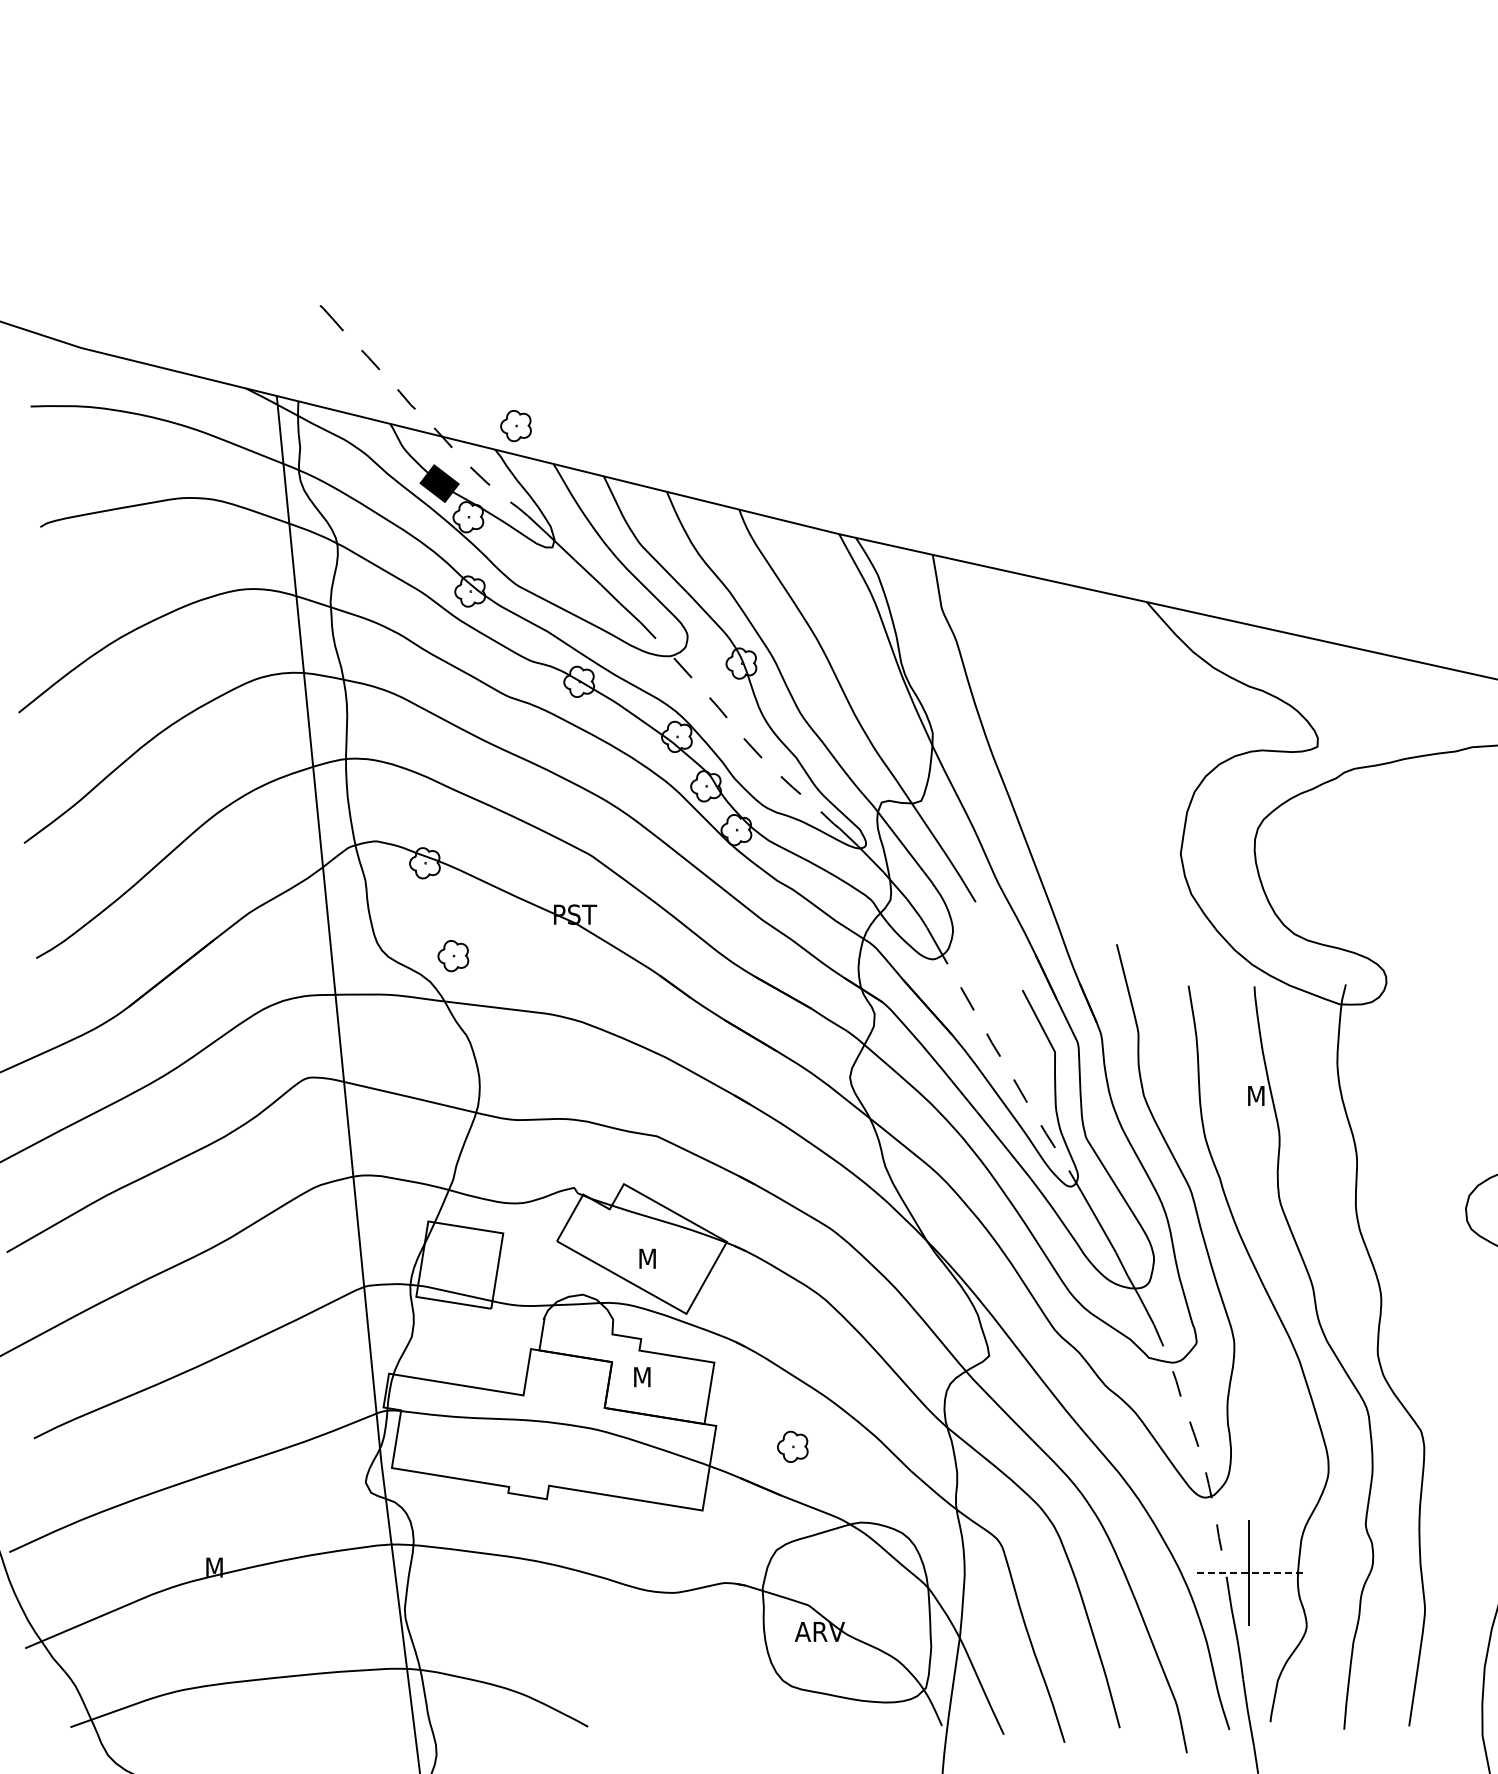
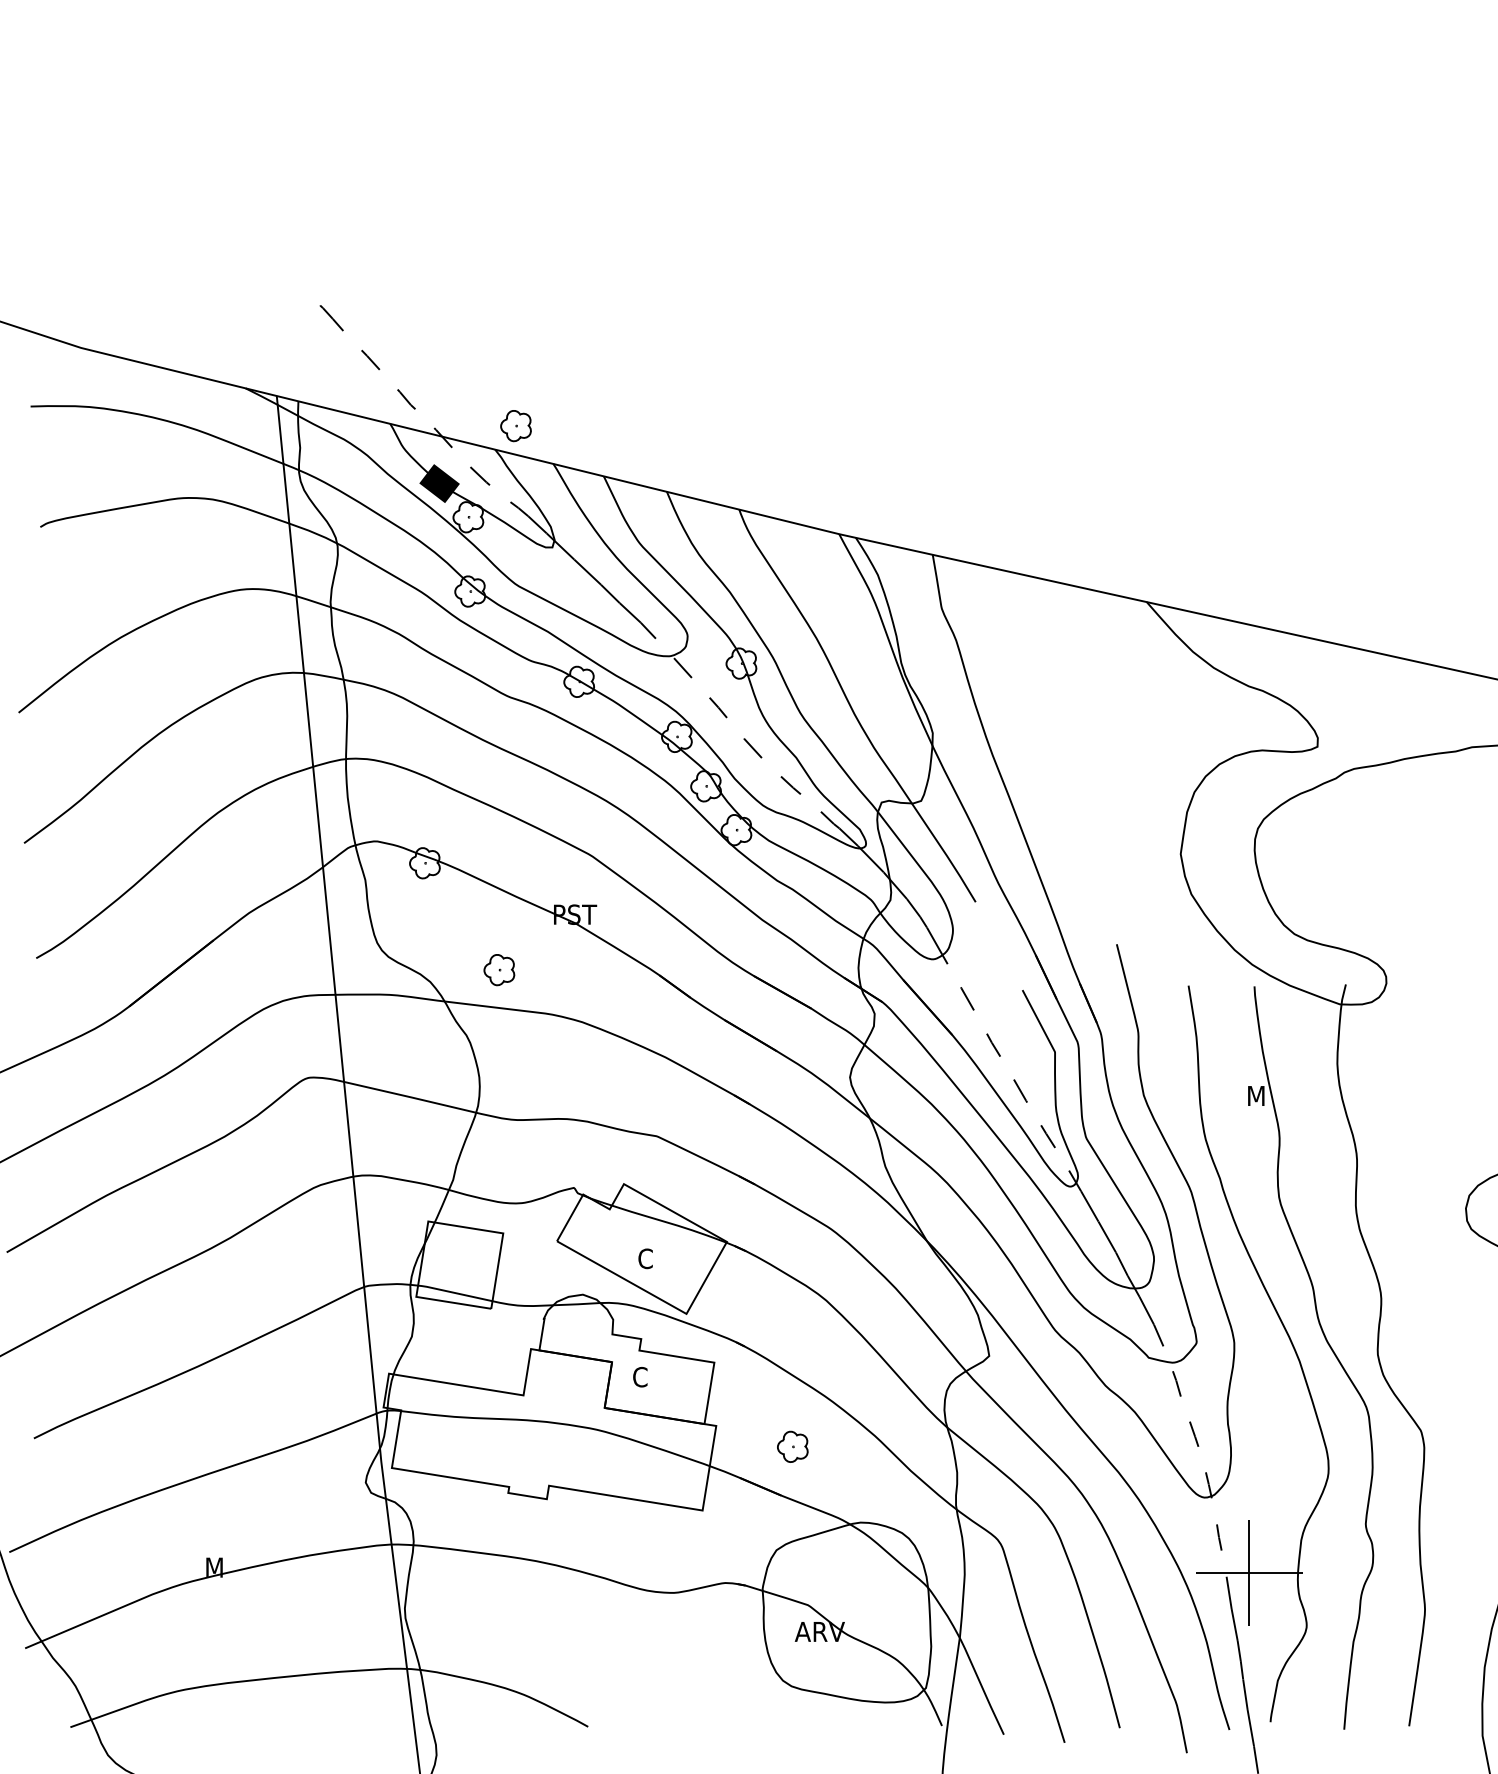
part at (453, 956) position: (453, 956) -> (499, 970)
text at (646, 1258): M -> C
text at (641, 1376): M -> C
line at (1248, 1572): dashed -> solid
